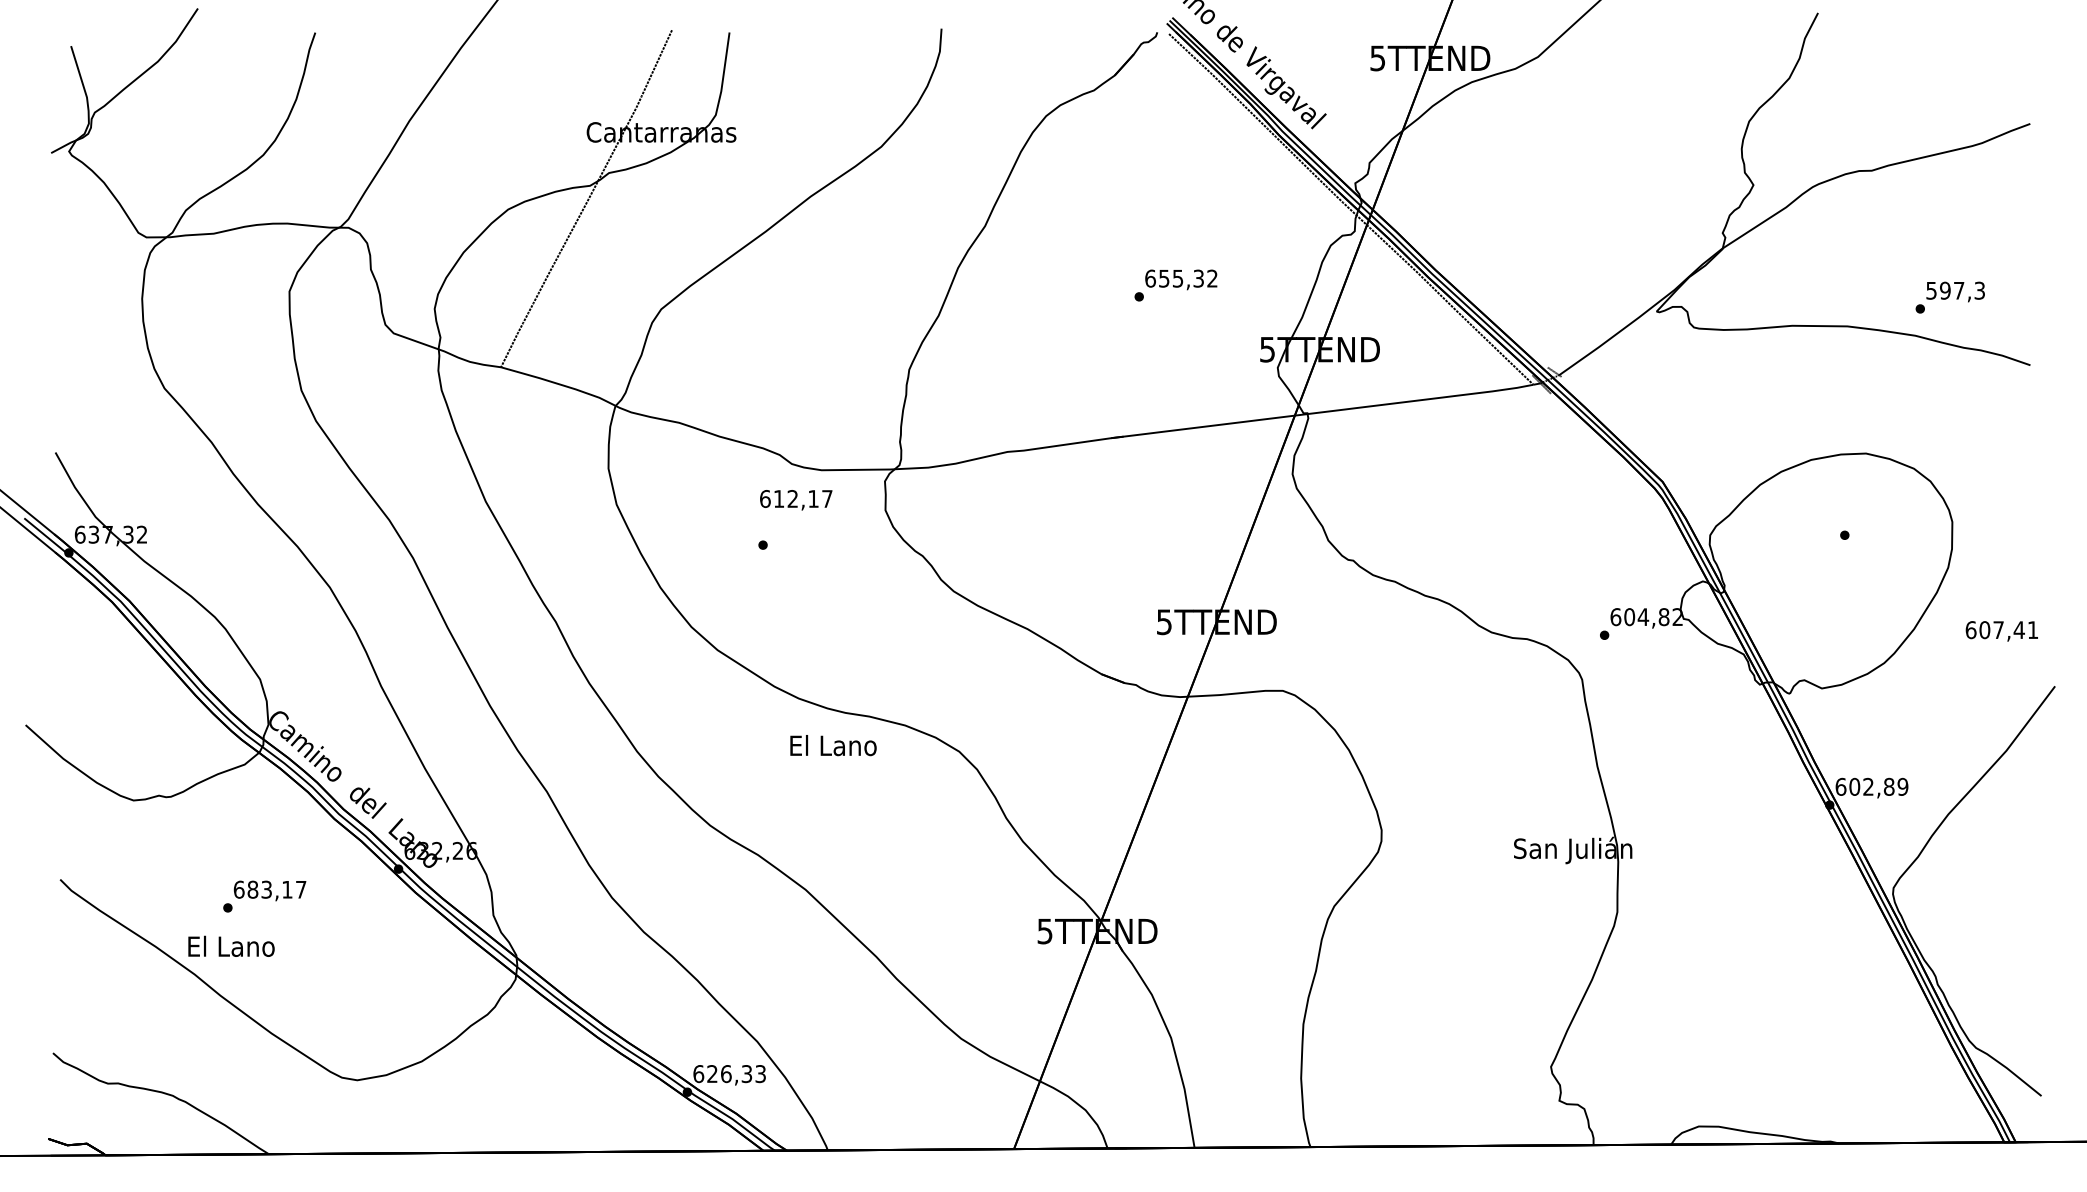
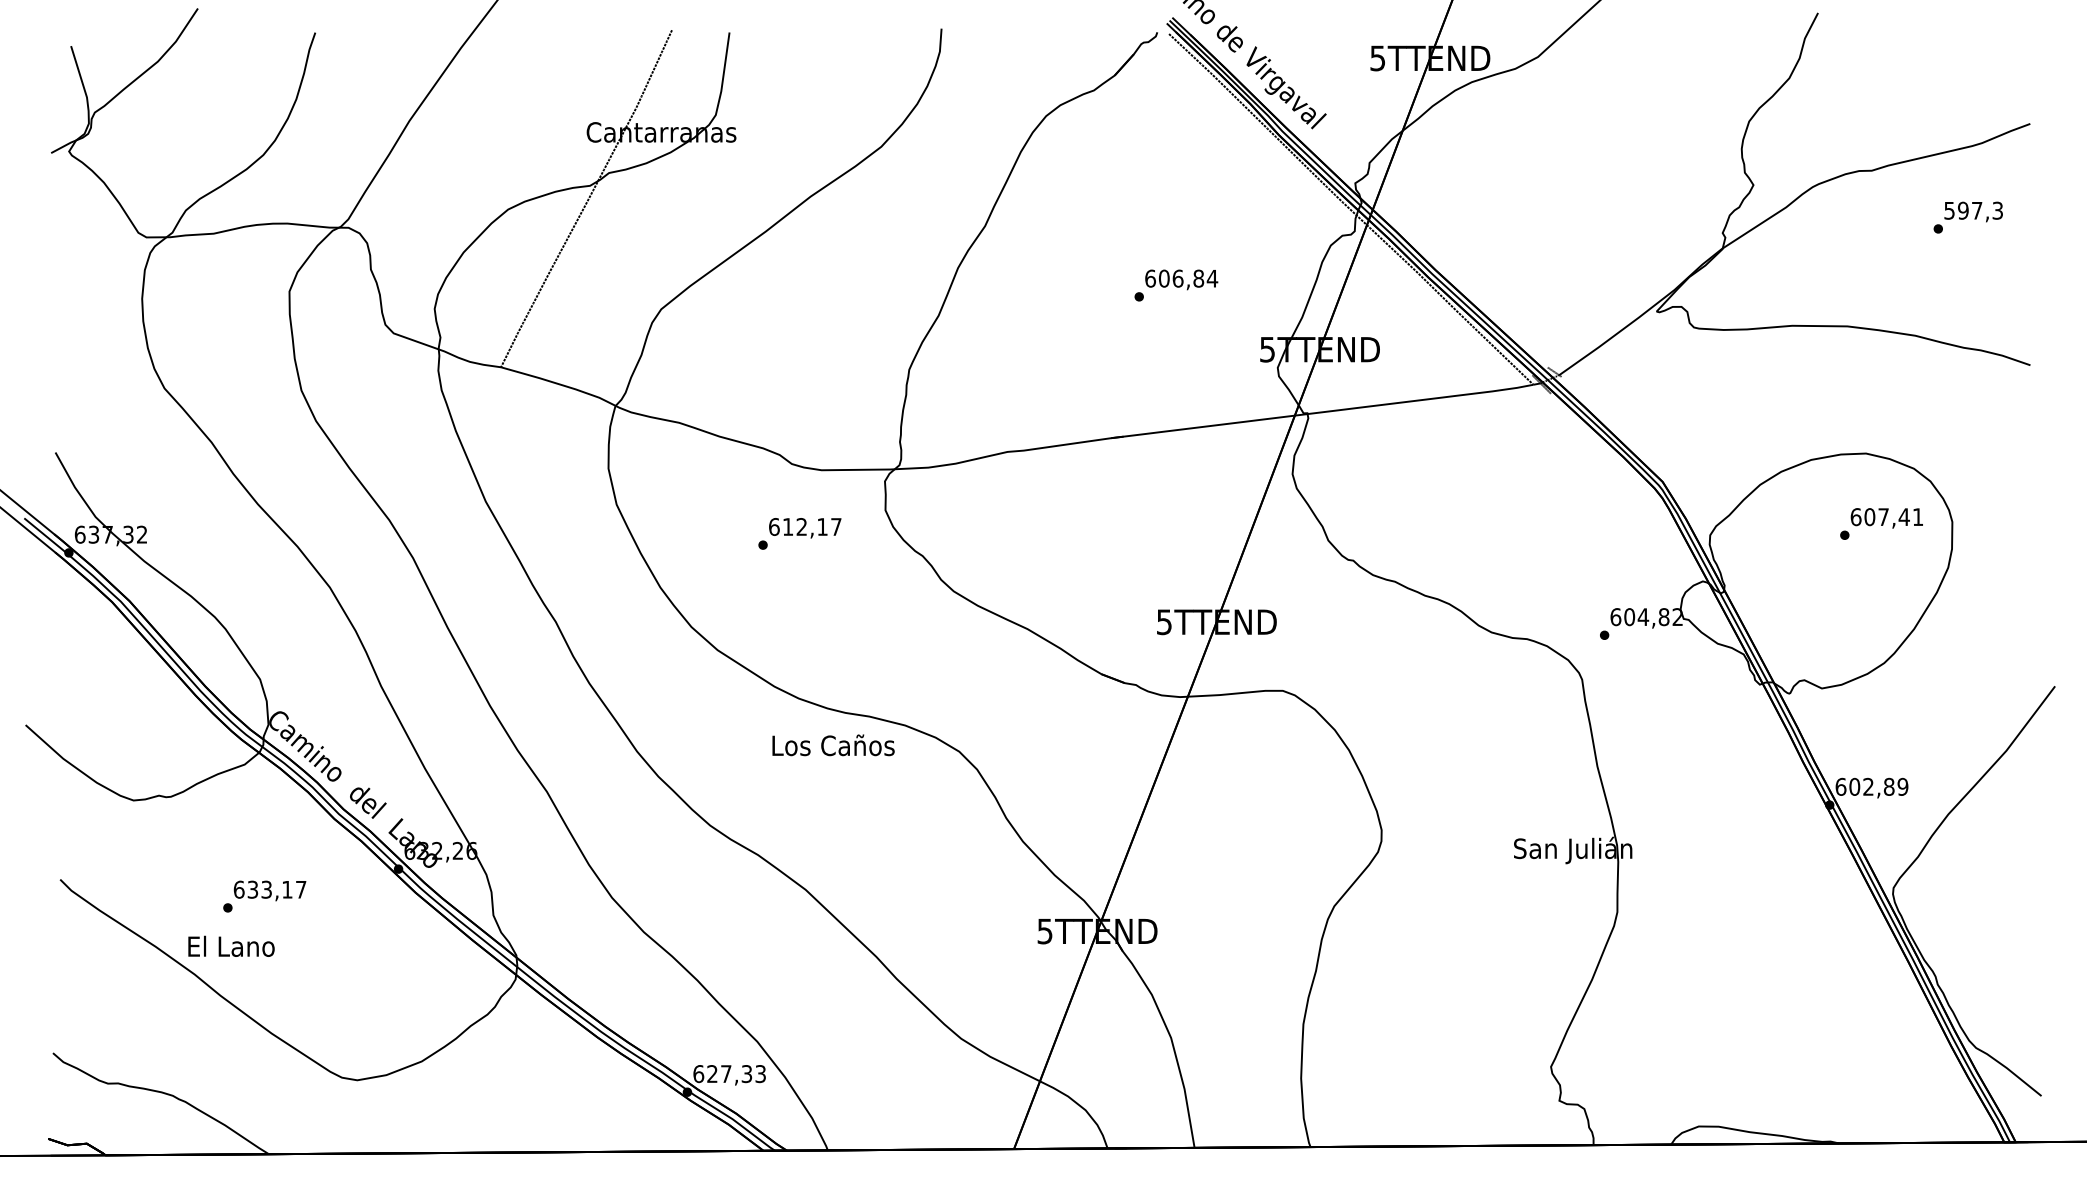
text at (1188, 278): 655,32 -> 606,84
text at (1949, 297) position: (1949, 297) -> (1967, 217)
text at (796, 500) position: (796, 500) -> (805, 528)
text at (2001, 631) position: (2001, 631) -> (1886, 518)
text at (833, 745): El Lano -> Los Caños
text at (252, 889): 683,17 -> 633,17
text at (726, 1074): 626,33 -> 627,33
